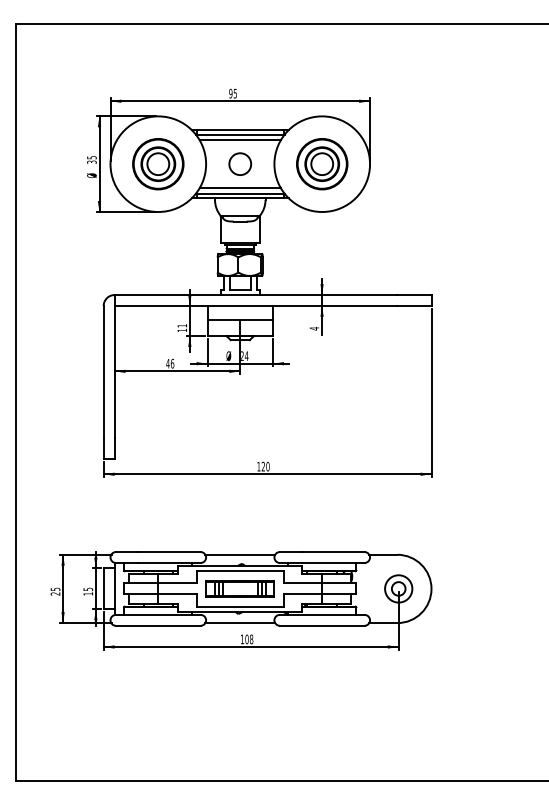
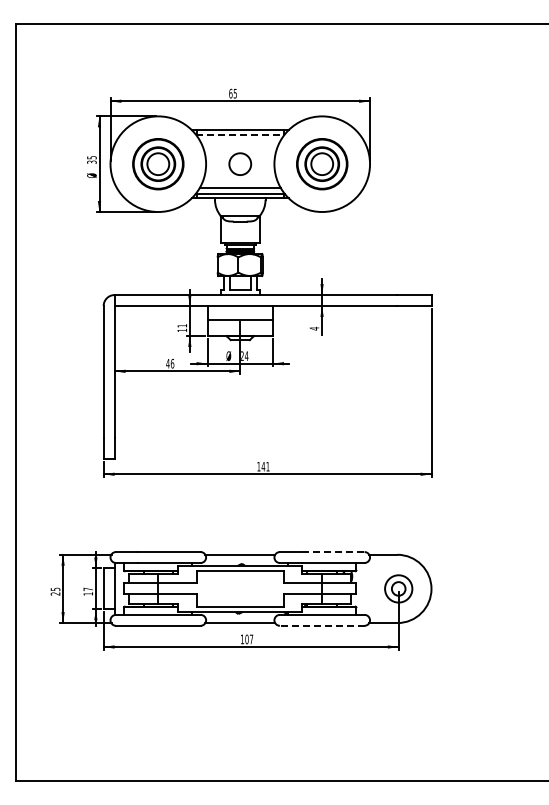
text at (230, 93): 95 -> 65
line at (240, 134): solid -> dashed
line at (239, 140): present -> none
text at (265, 466): 120 -> 141
line at (333, 552): solid -> dashed
part at (239, 588): present -> none
text at (88, 589): 15 -> 17
line at (321, 625): solid -> dashed
text at (251, 639): 108 -> 107
